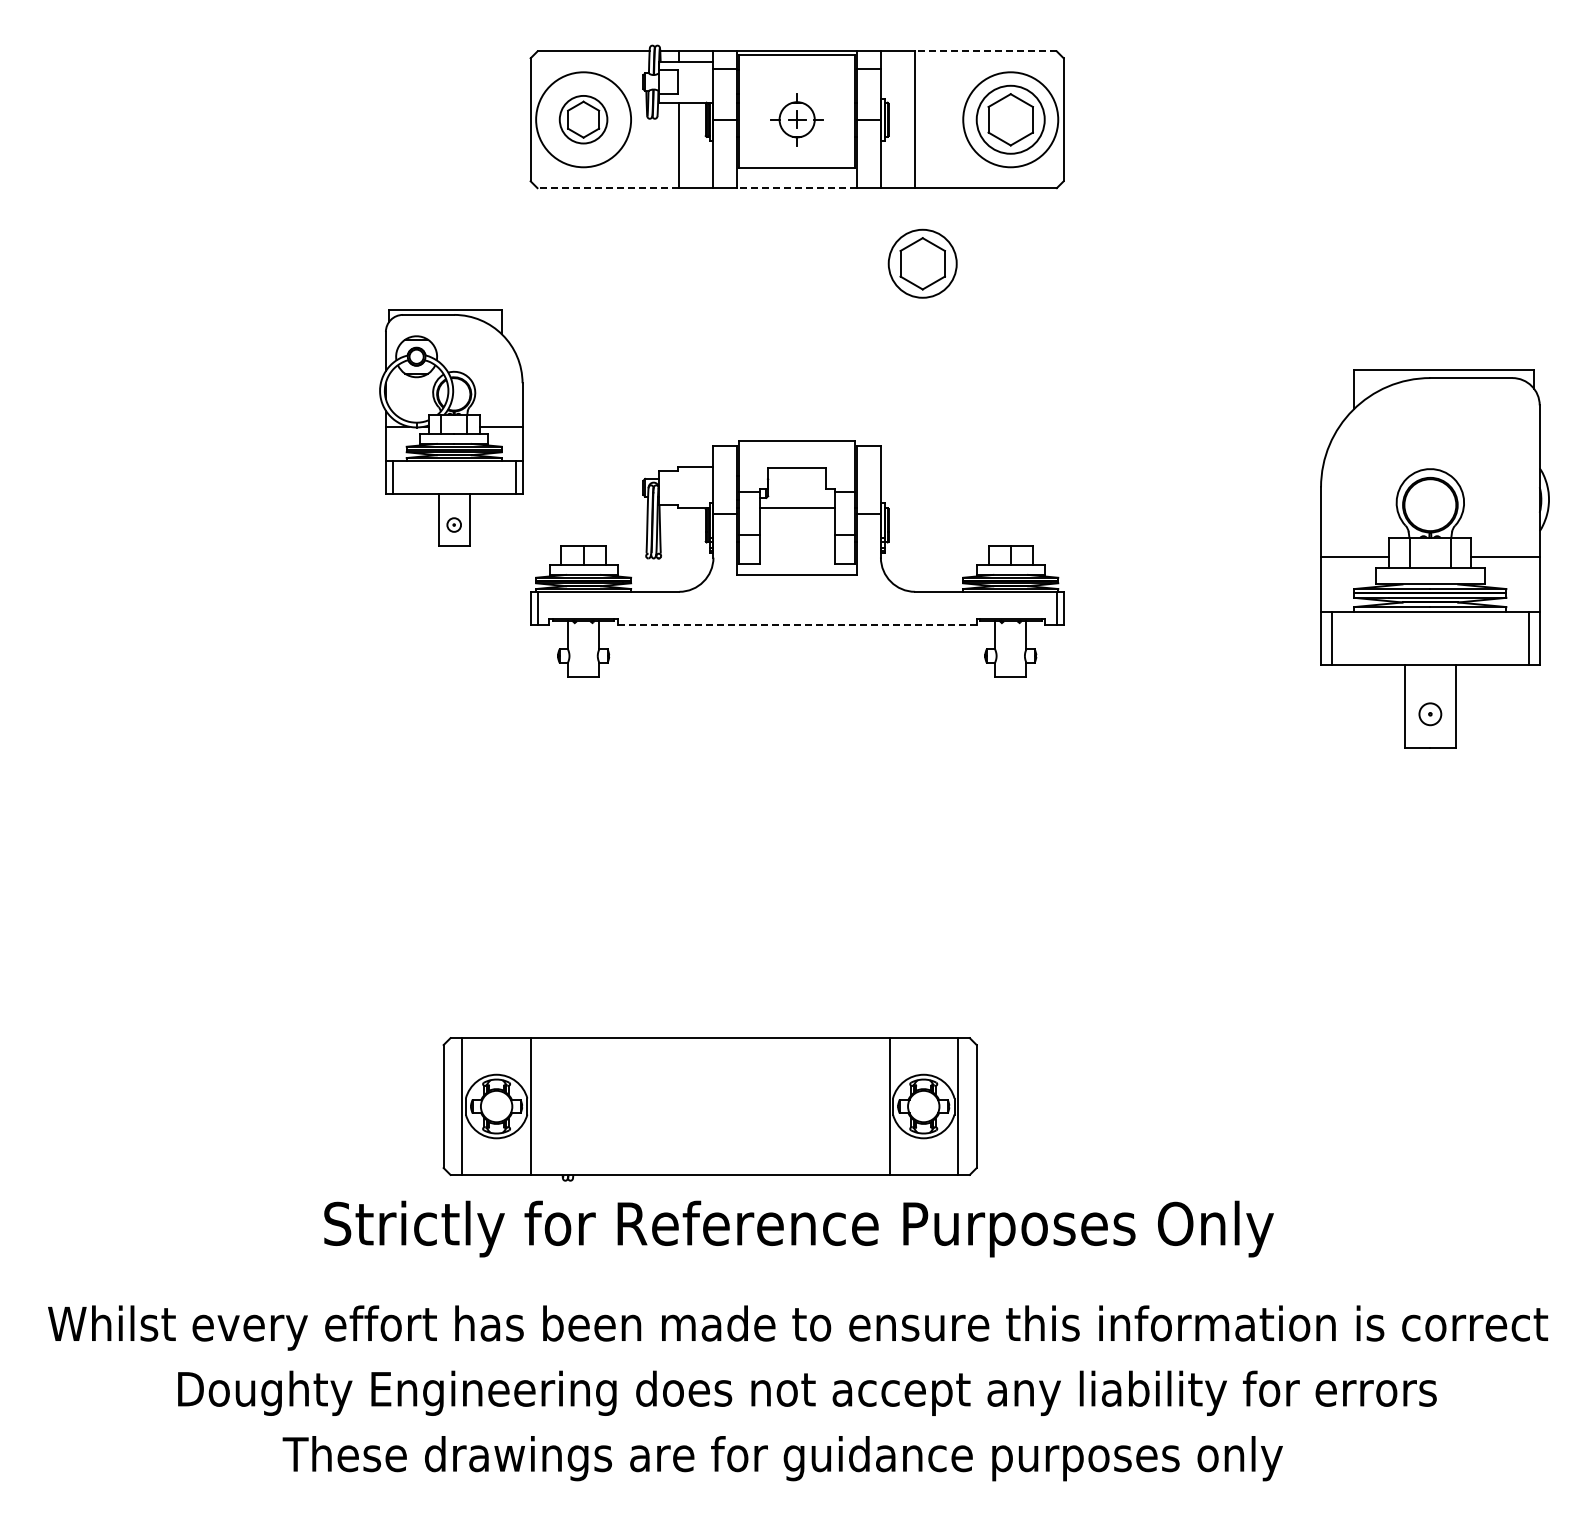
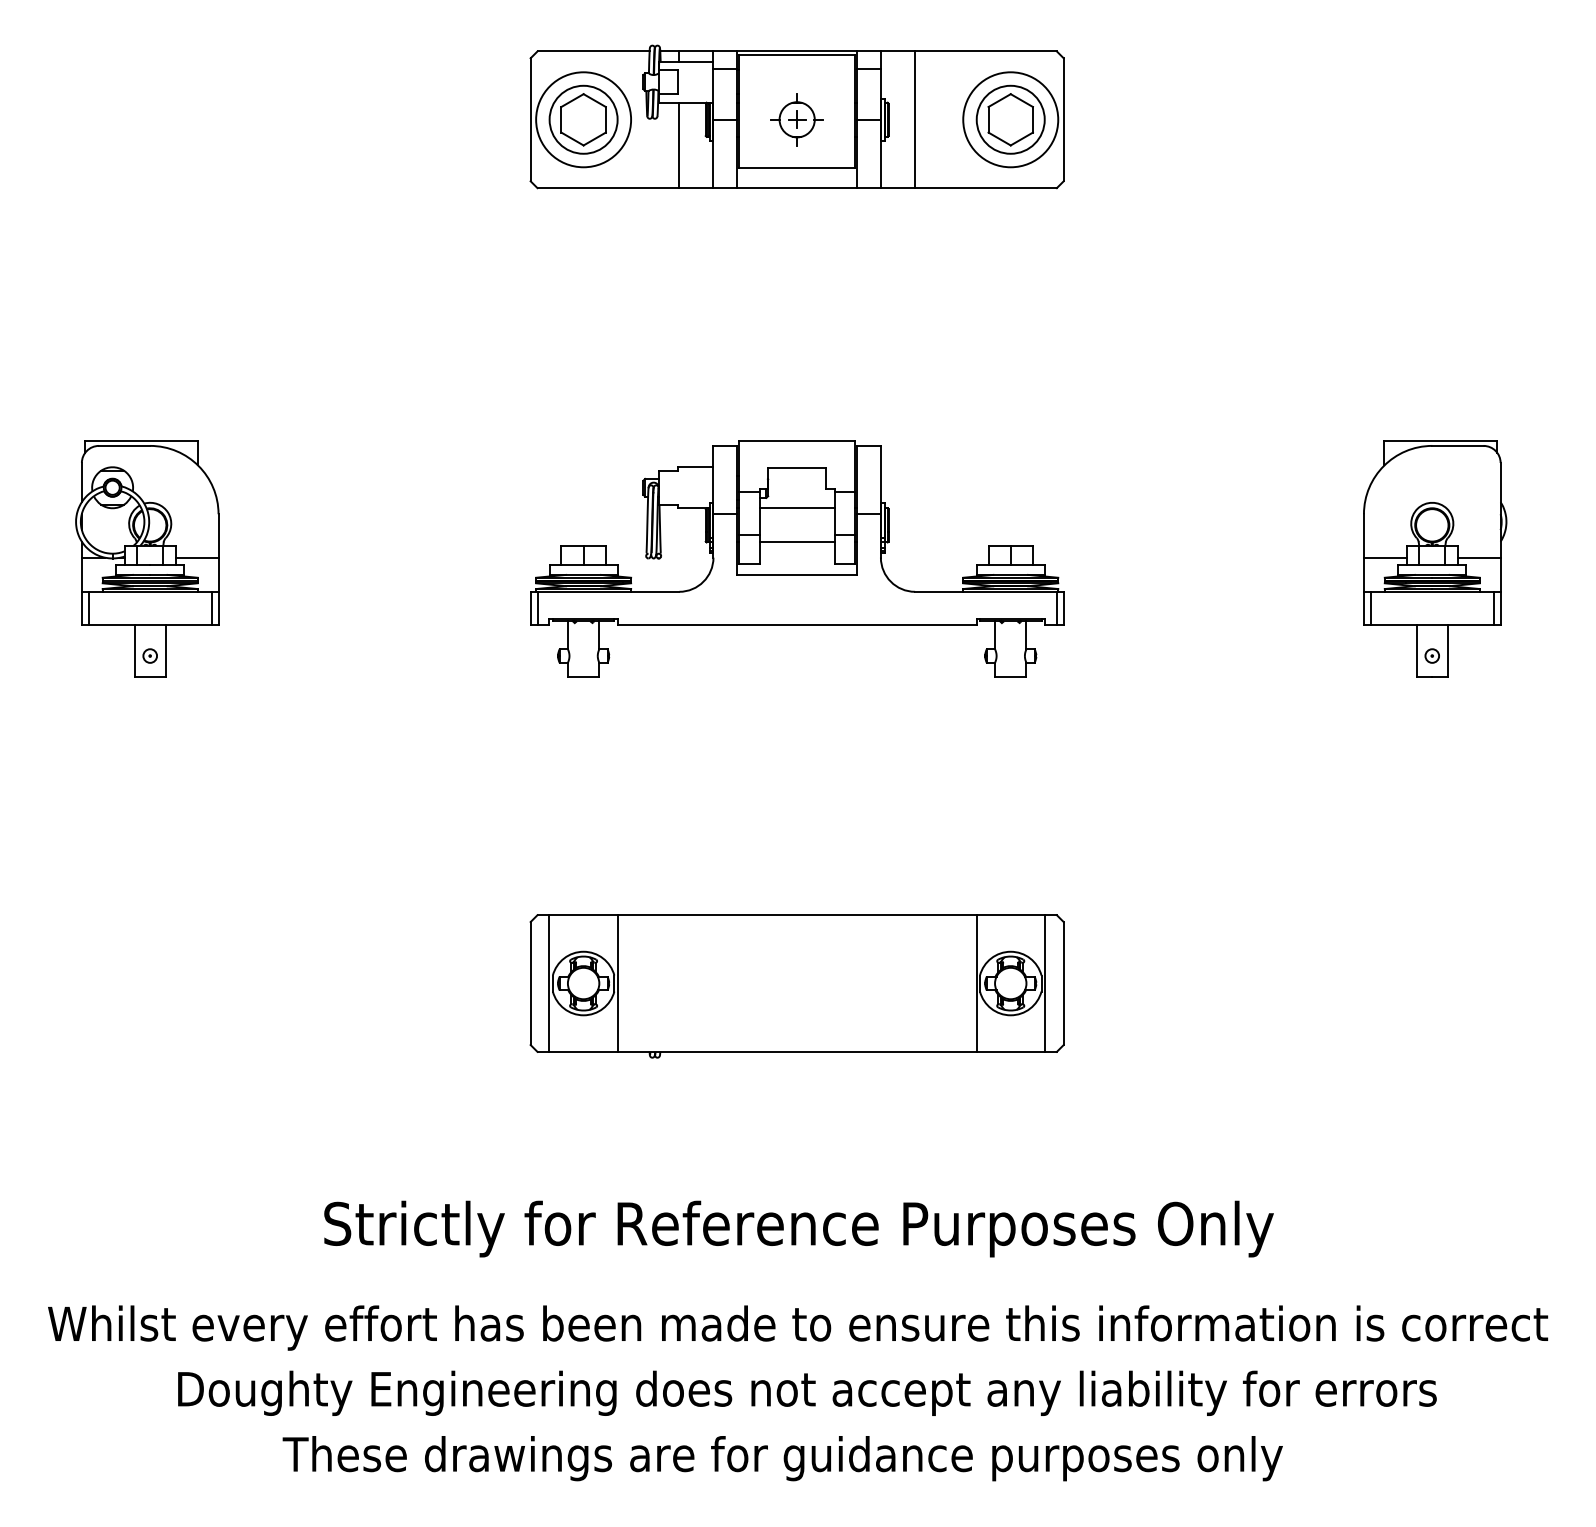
line at (985, 51): dashed -> solid
part at (583, 119) size: 51x50 px -> 71x71 px
line at (608, 188): dashed -> solid
line at (797, 188): dashed -> solid
part at (922, 263): present -> none
part at (451, 427) position: (451, 427) -> (147, 558)
line at (796, 542): none -> present
part at (1434, 558) size: 230x380 px -> 145x238 px
line at (797, 625): dashed -> solid
part at (709, 1109) position: (709, 1109) -> (796, 986)
